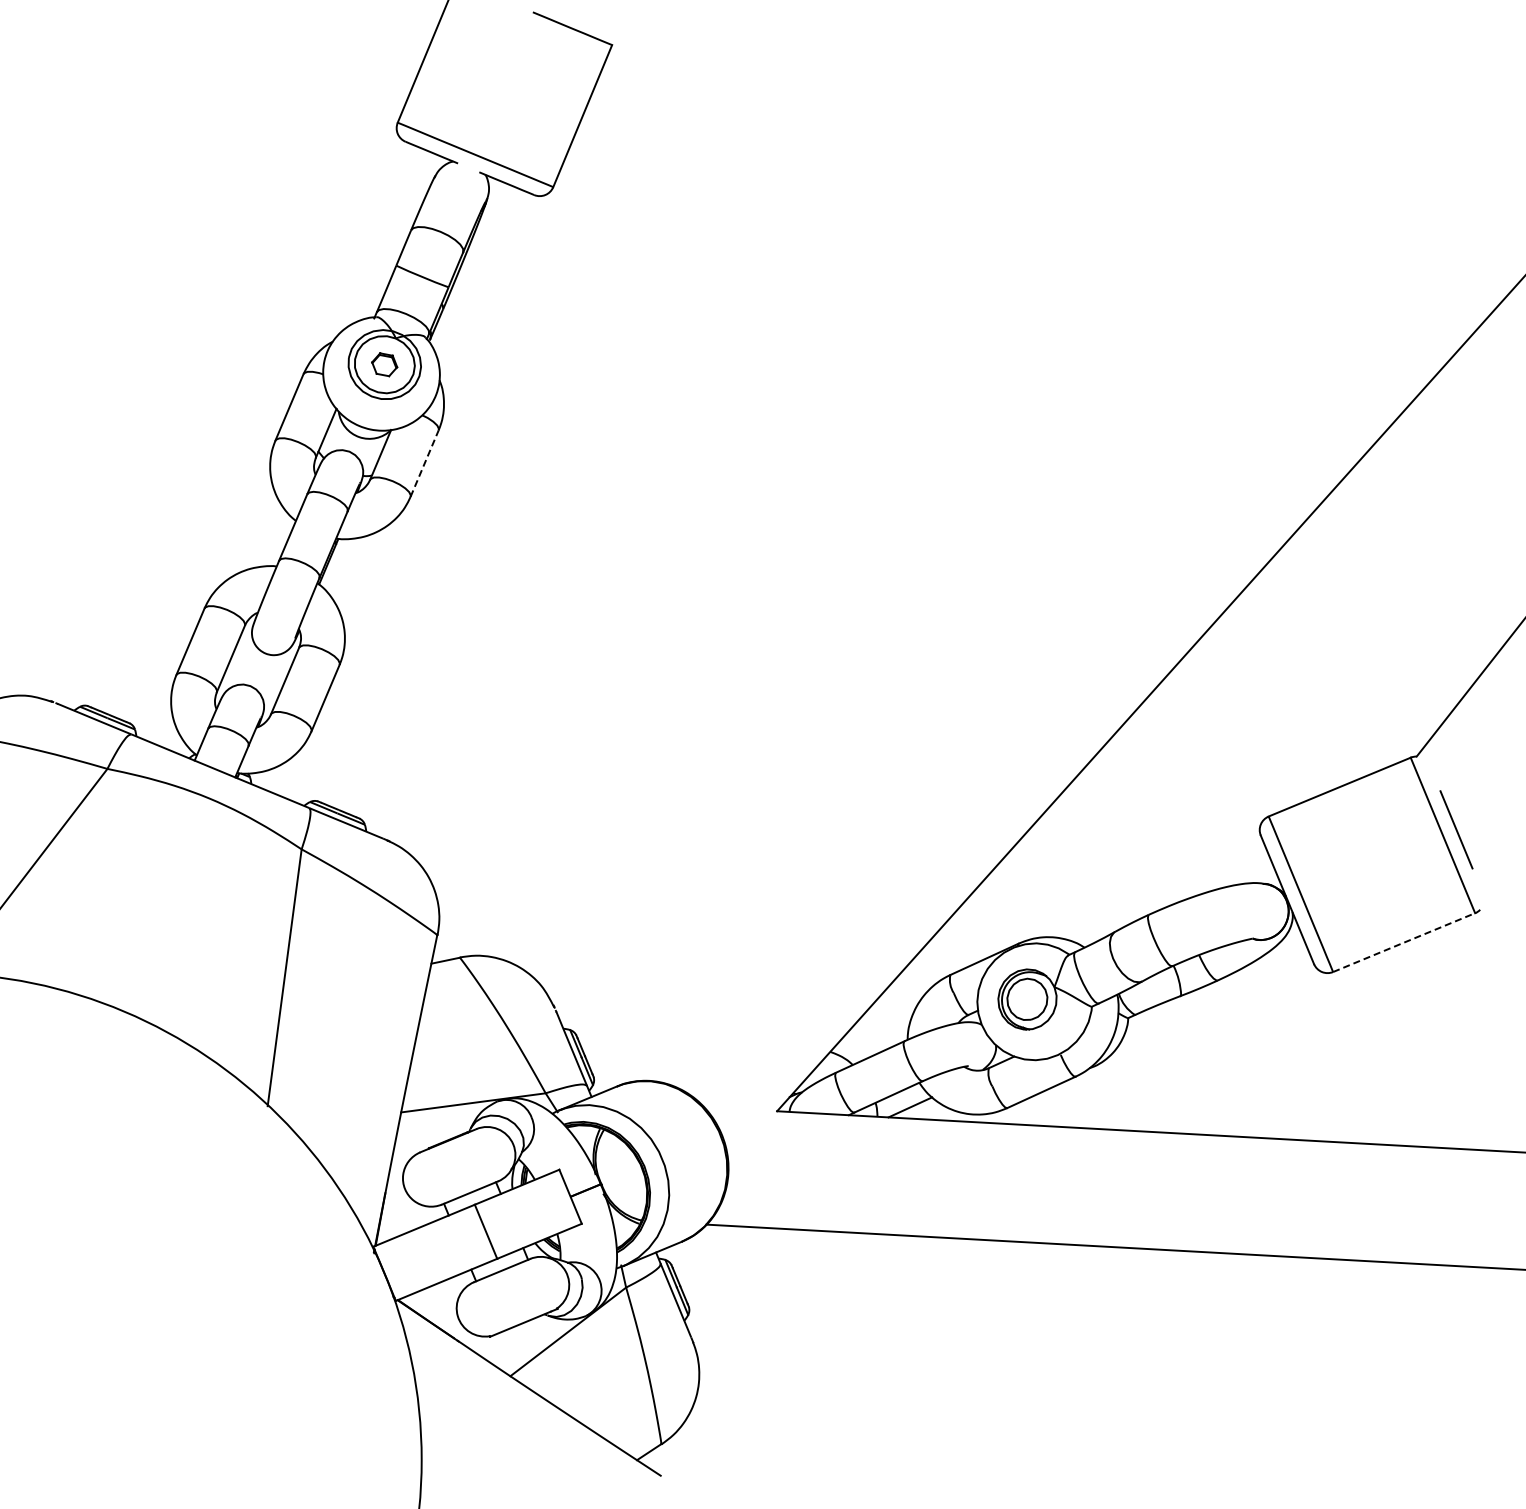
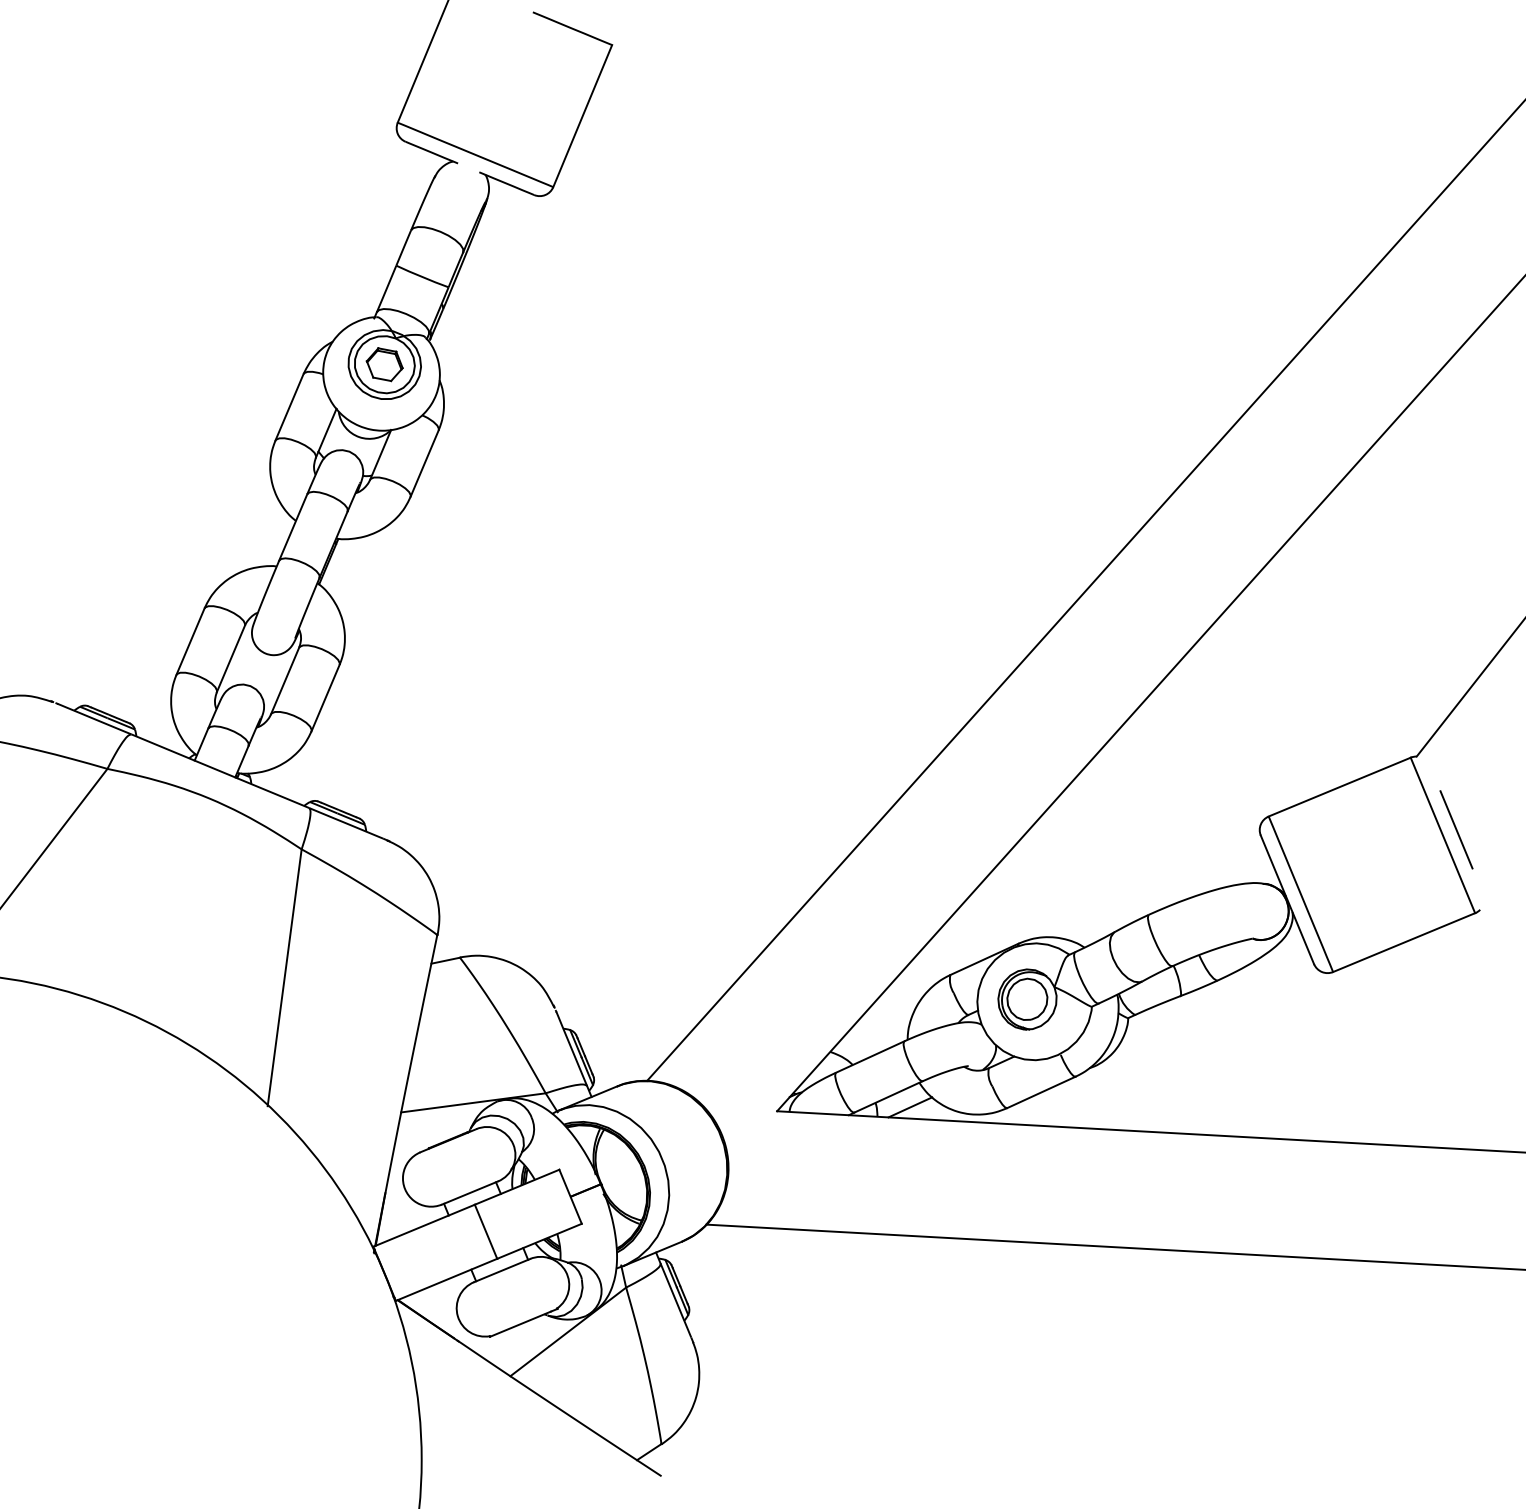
part at (384, 364) size: 28x26 px -> 39x36 px
line at (424, 463): dashed -> solid
line at (1084, 591): none -> present
line at (1404, 942): dashed -> solid
